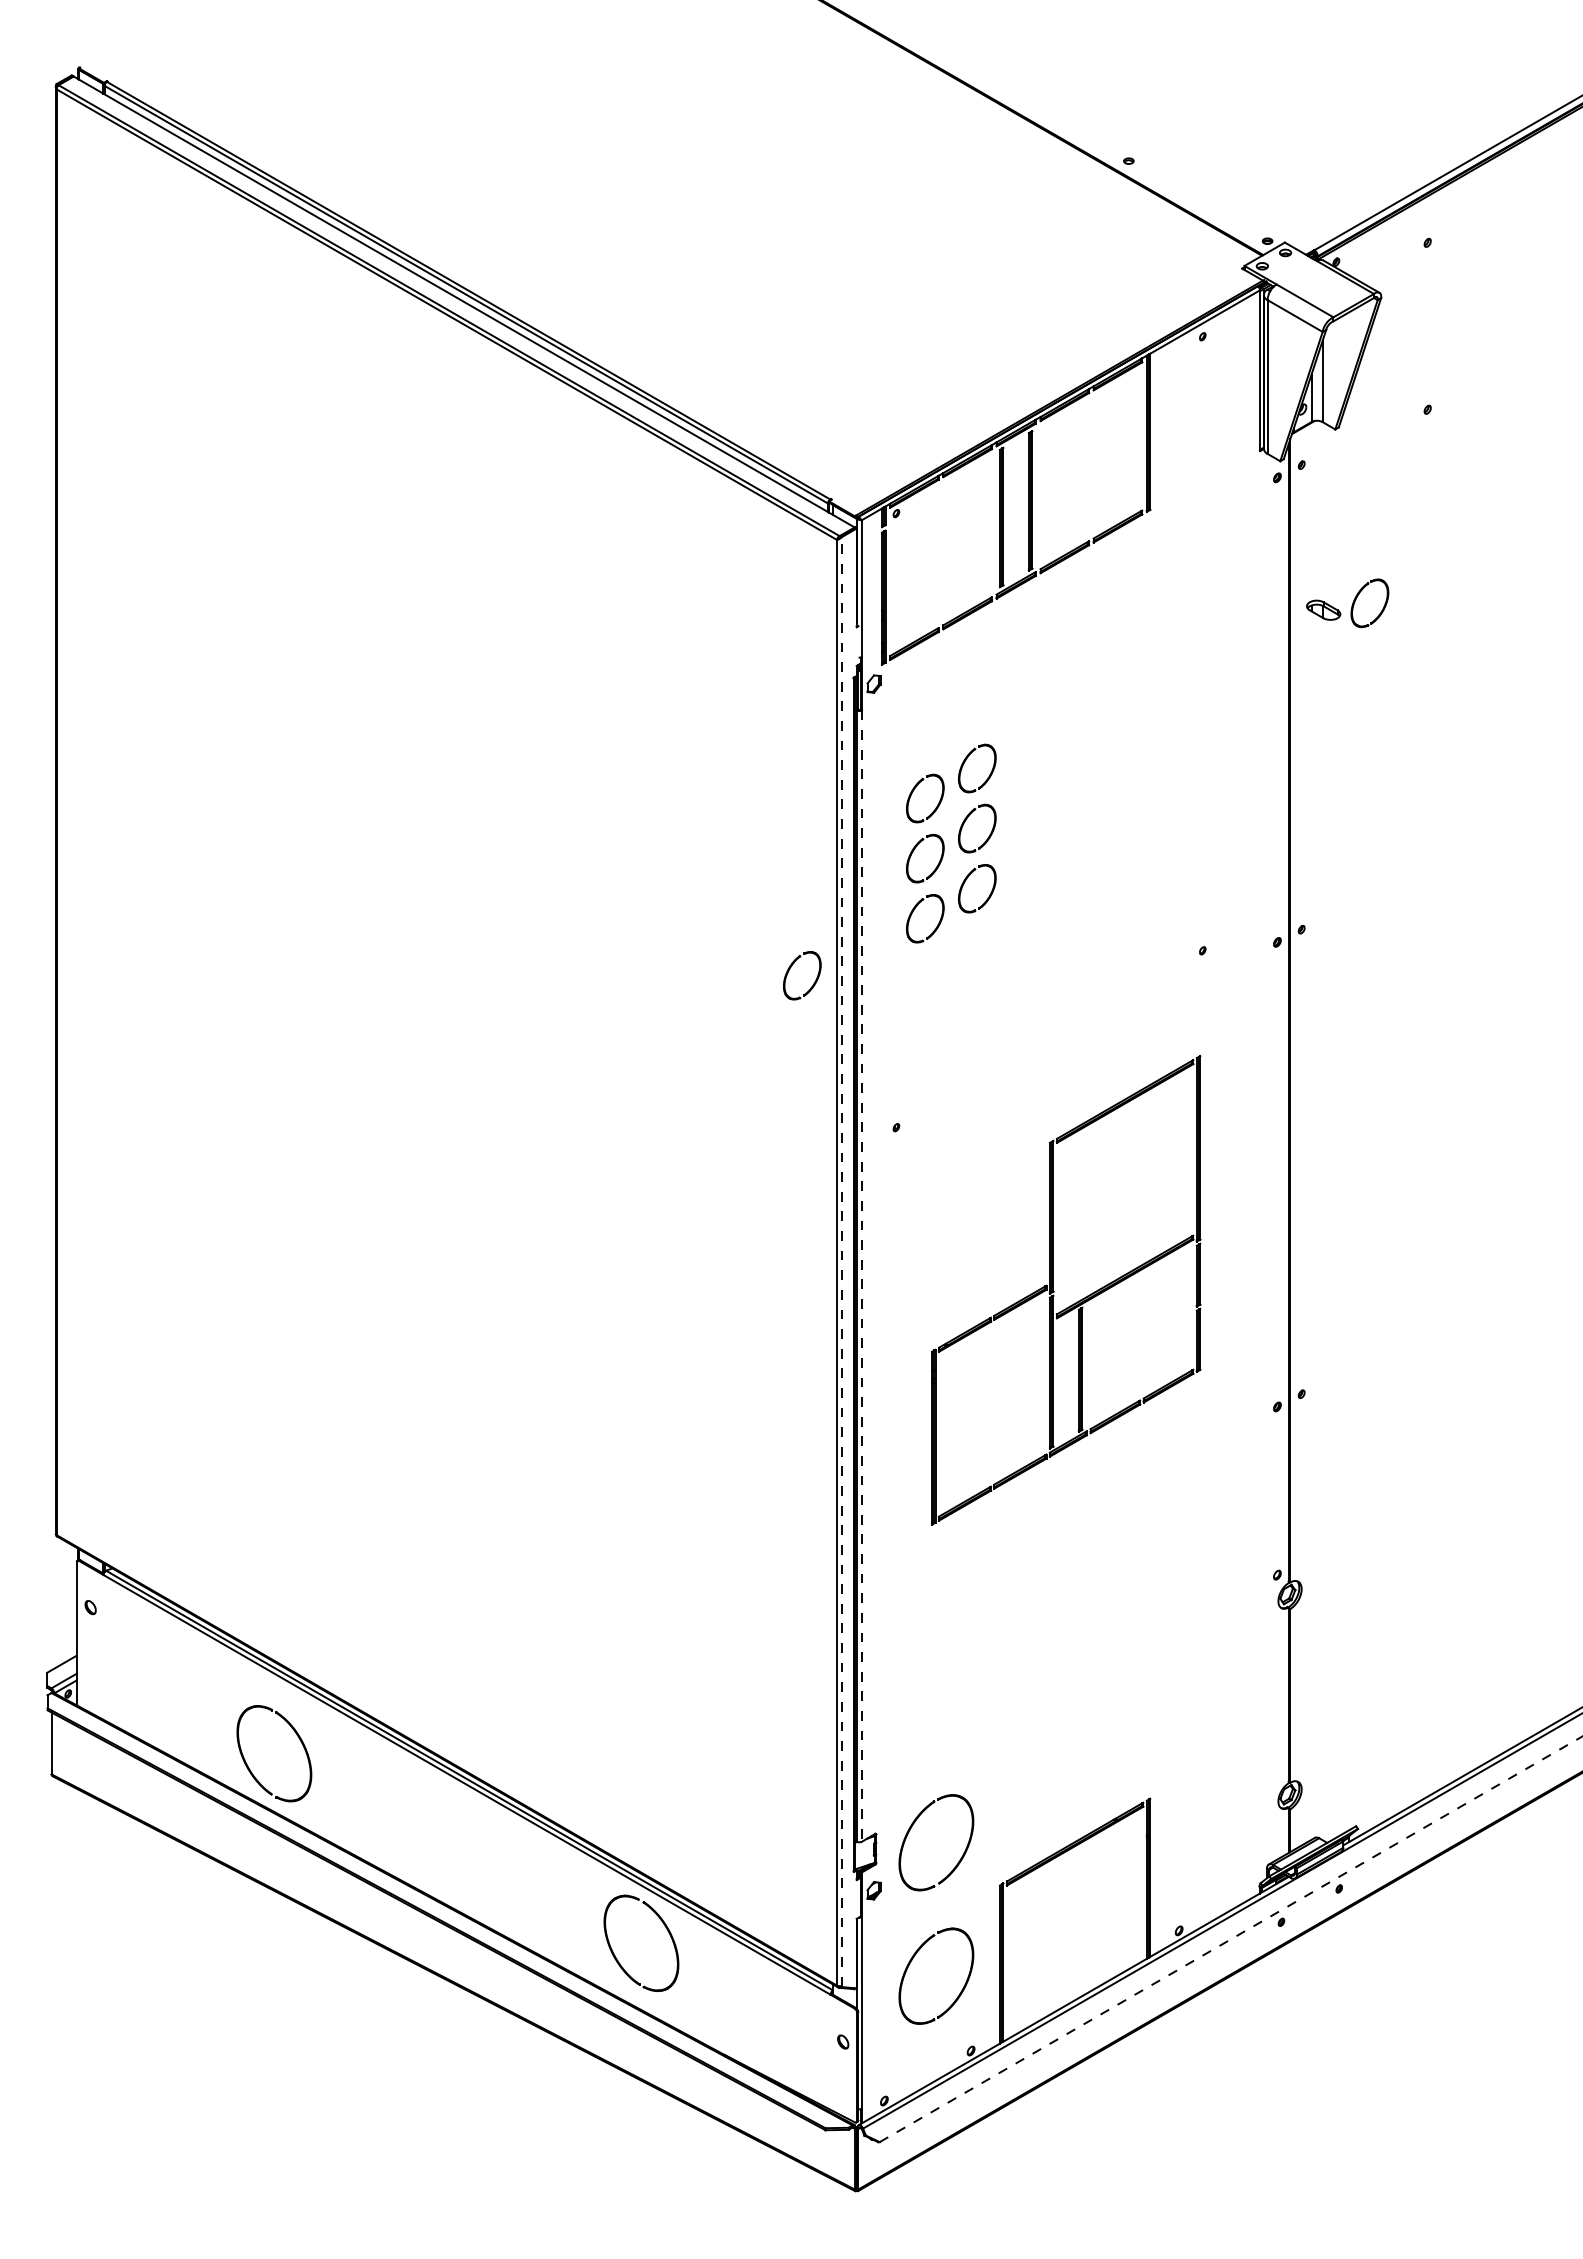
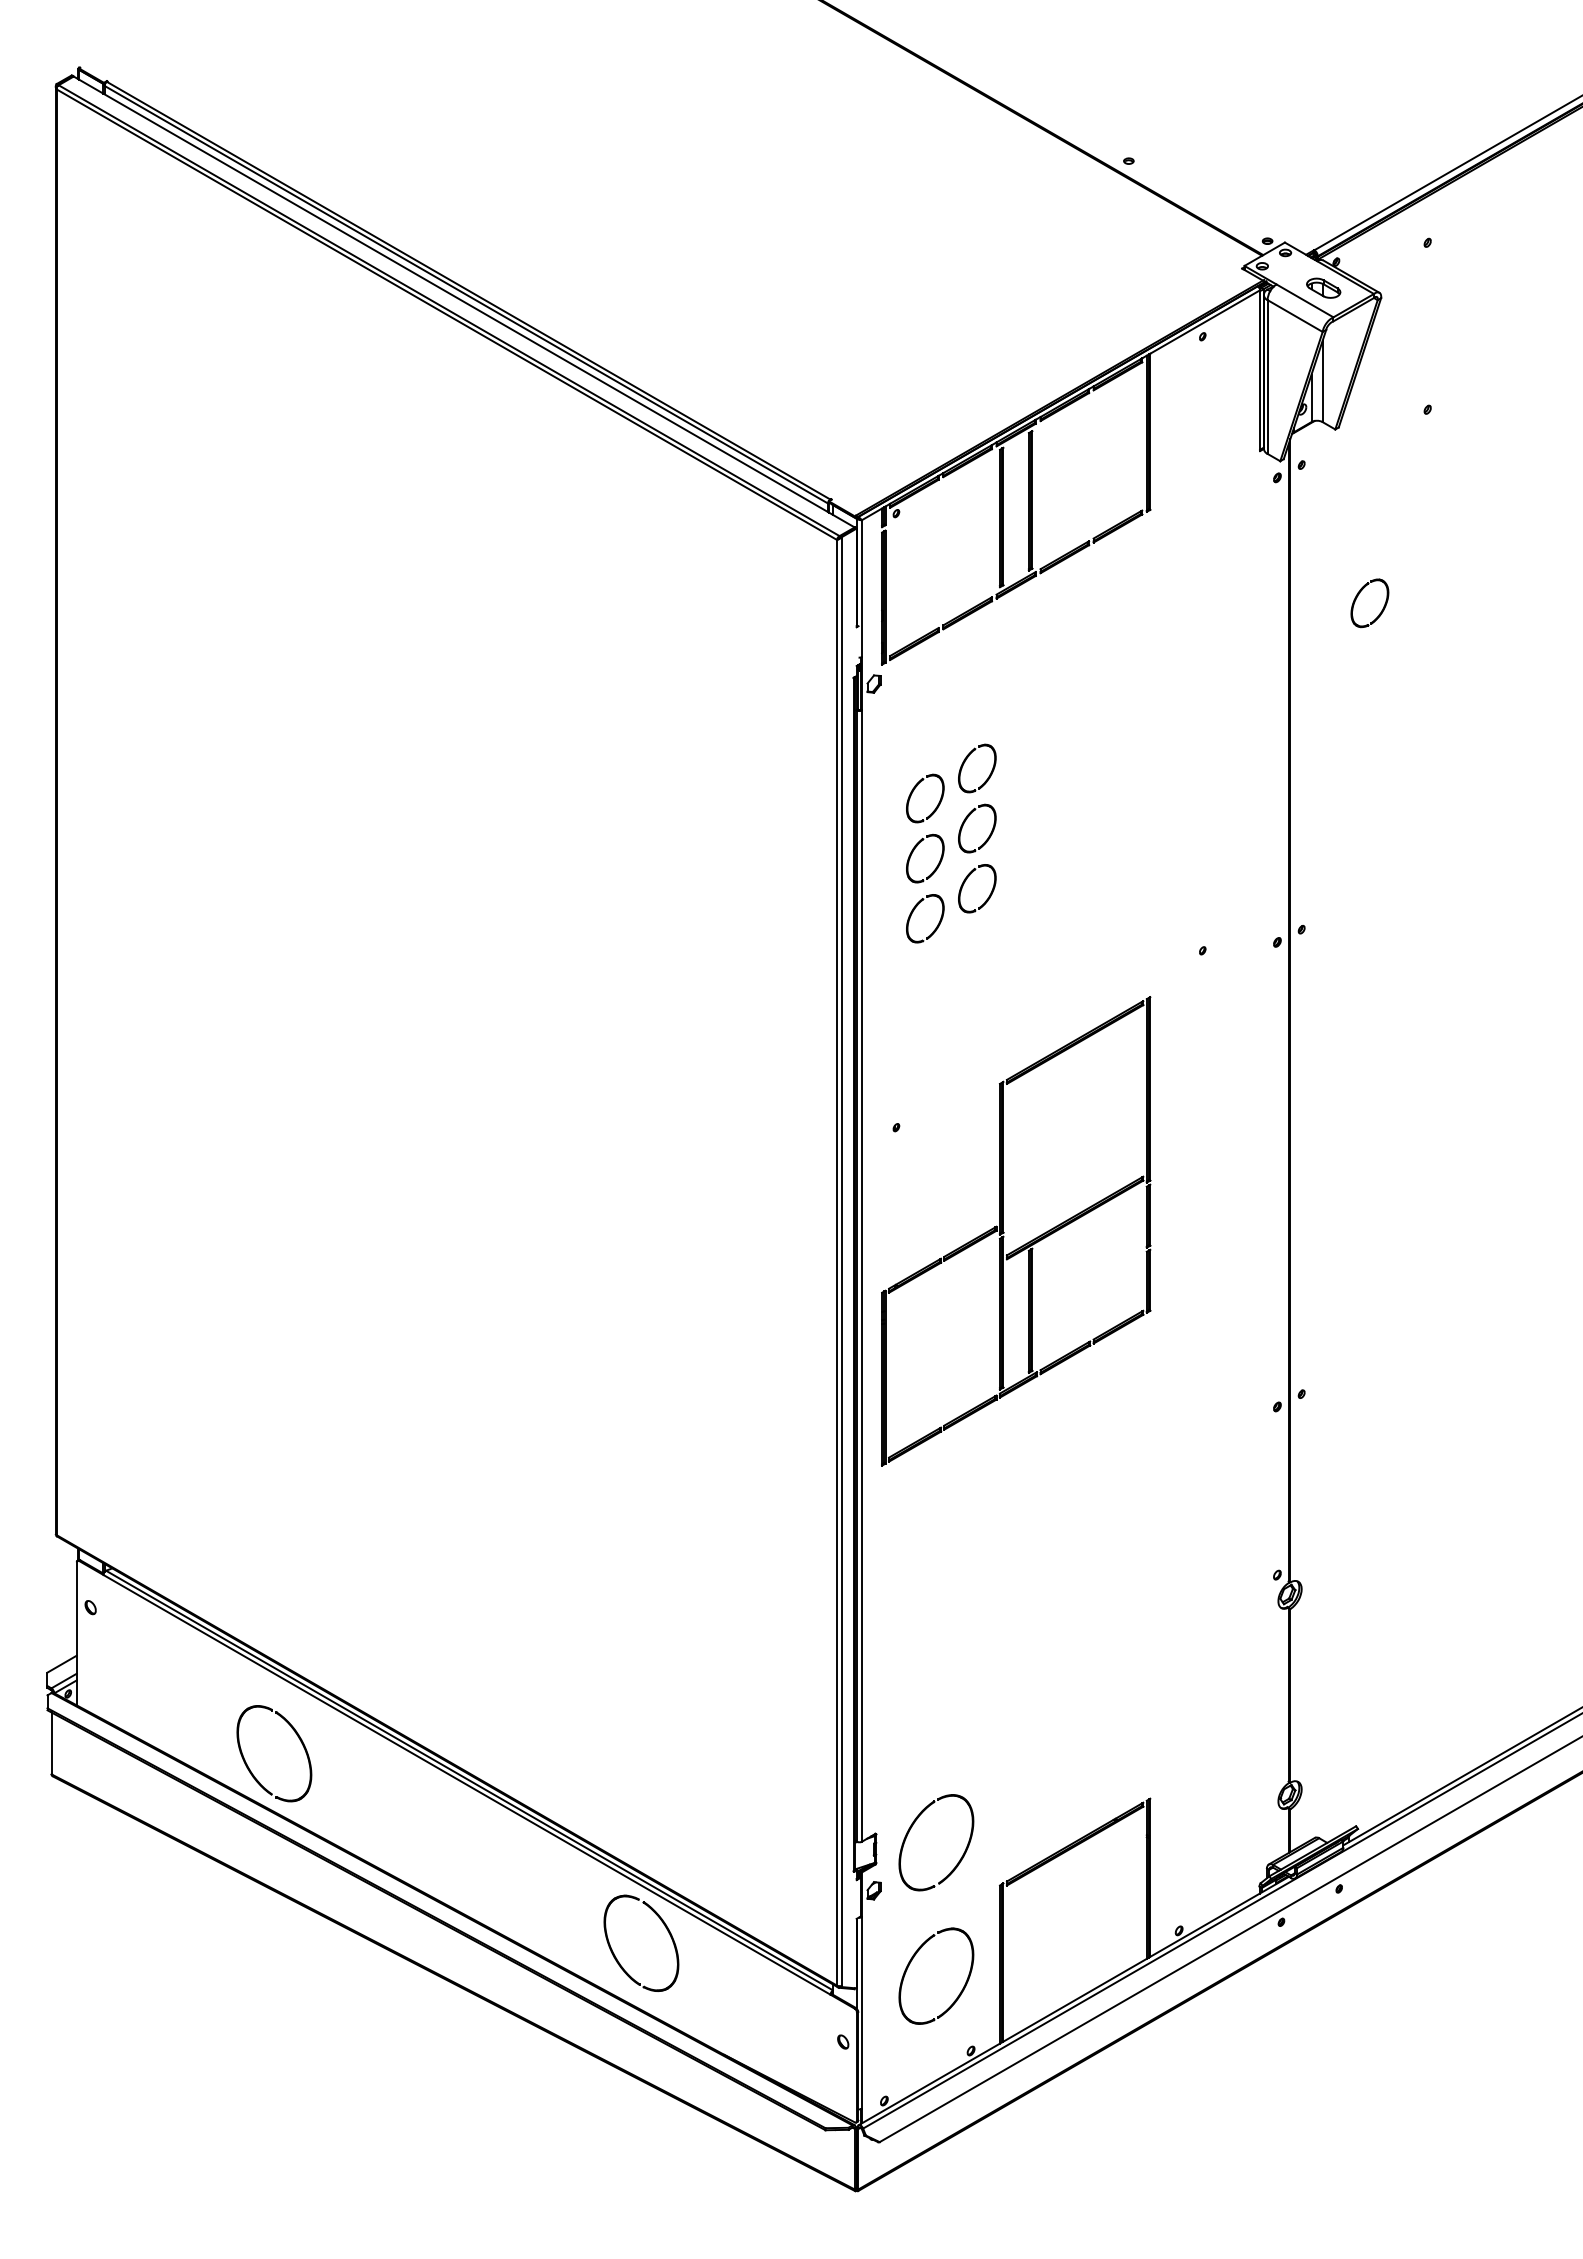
part at (1323, 609) position: (1323, 609) -> (1323, 287)
part at (790, 969): present -> none
line at (841, 1261): dashed -> solid
line at (861, 1276): dashed -> solid
part at (1054, 1291) position: (1054, 1291) -> (1004, 1232)
line at (1231, 1939): dashed -> solid
